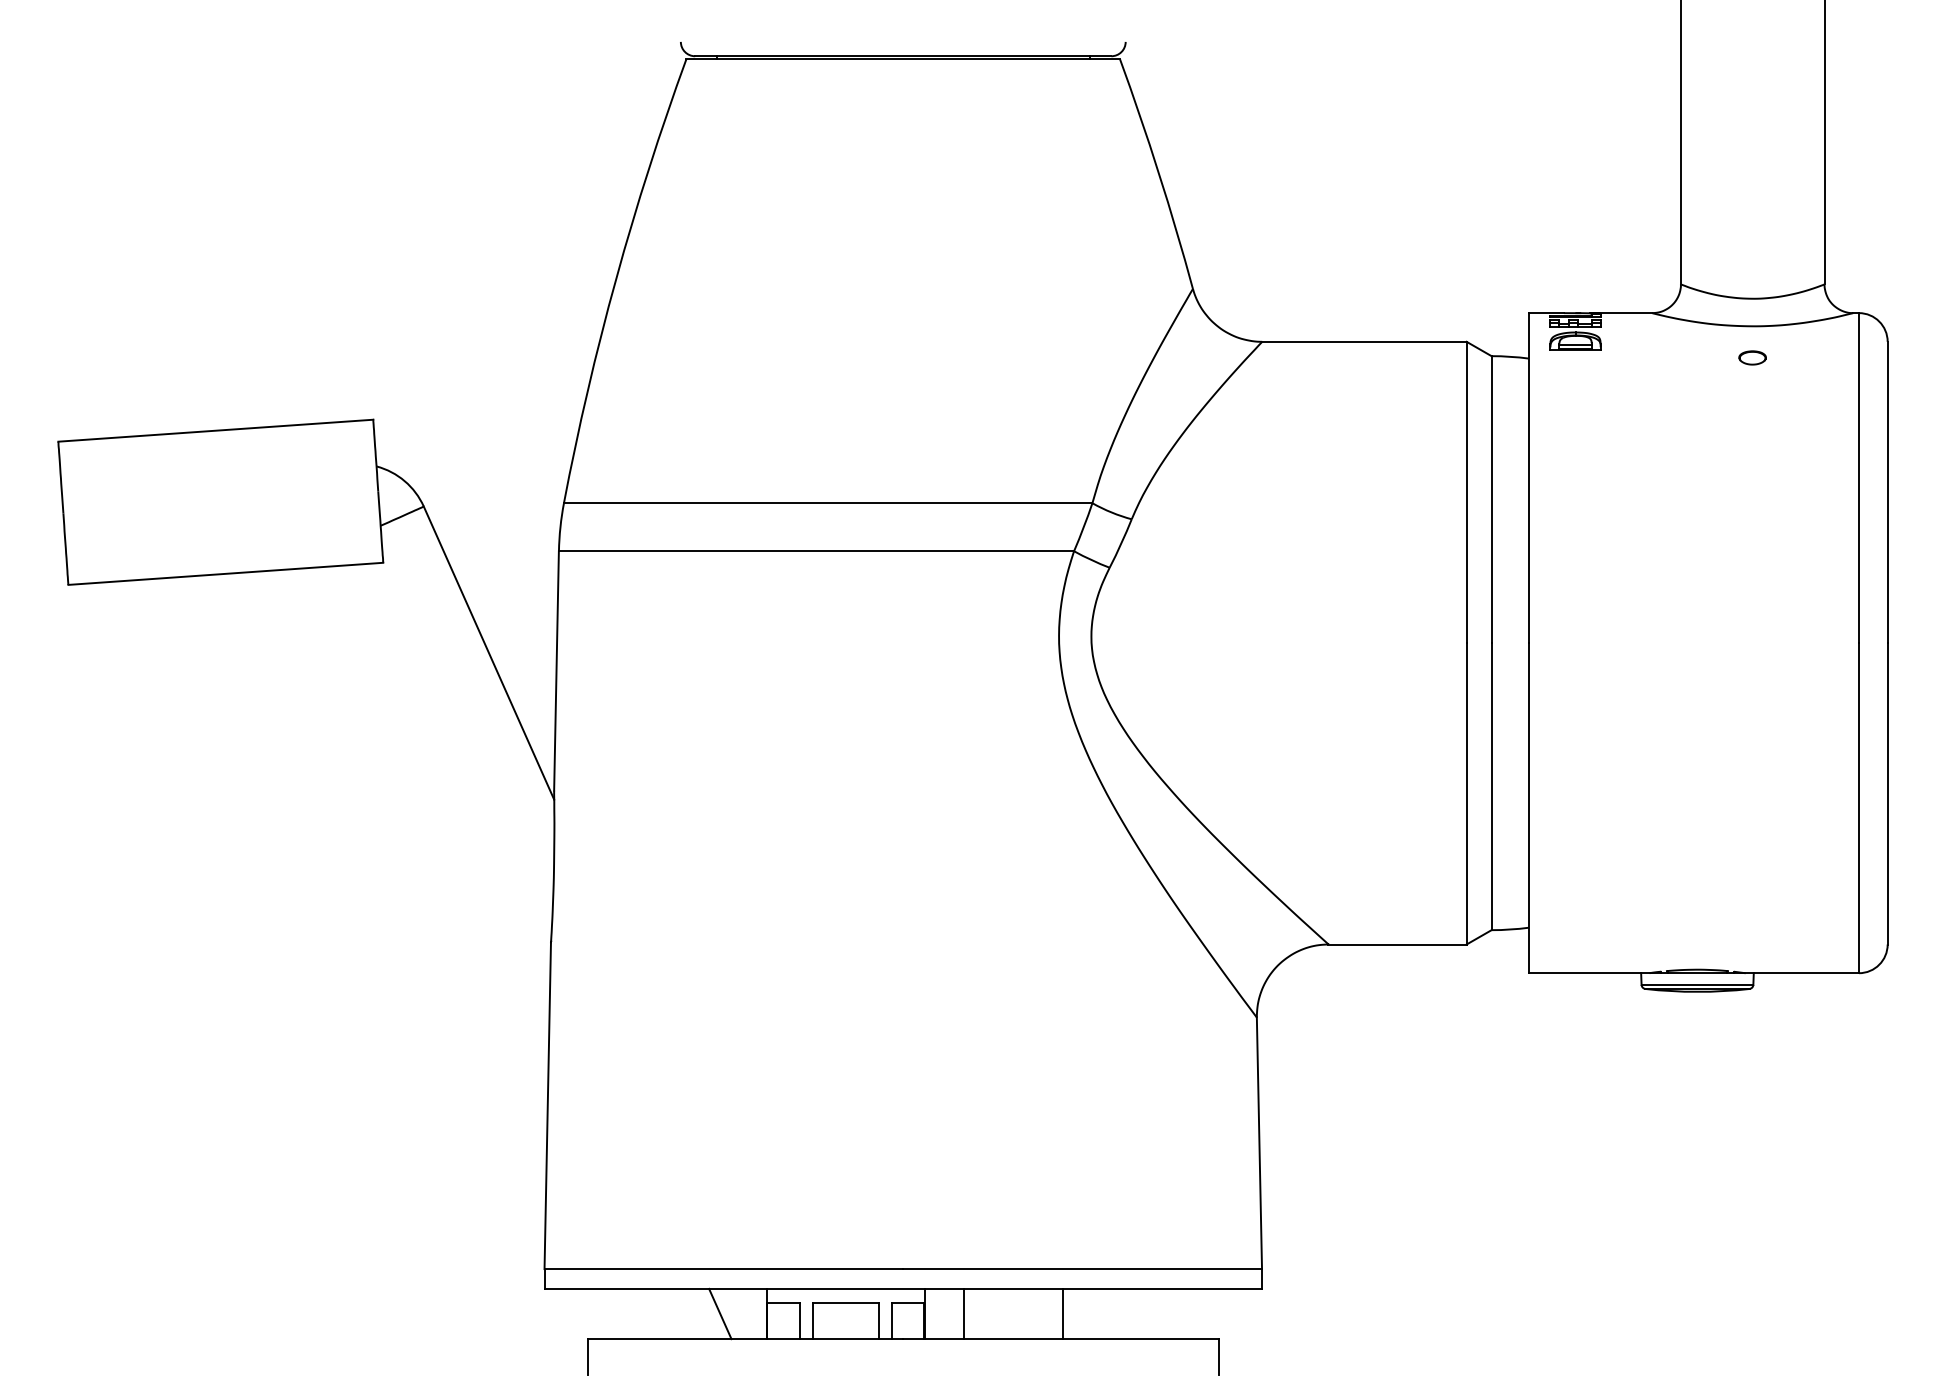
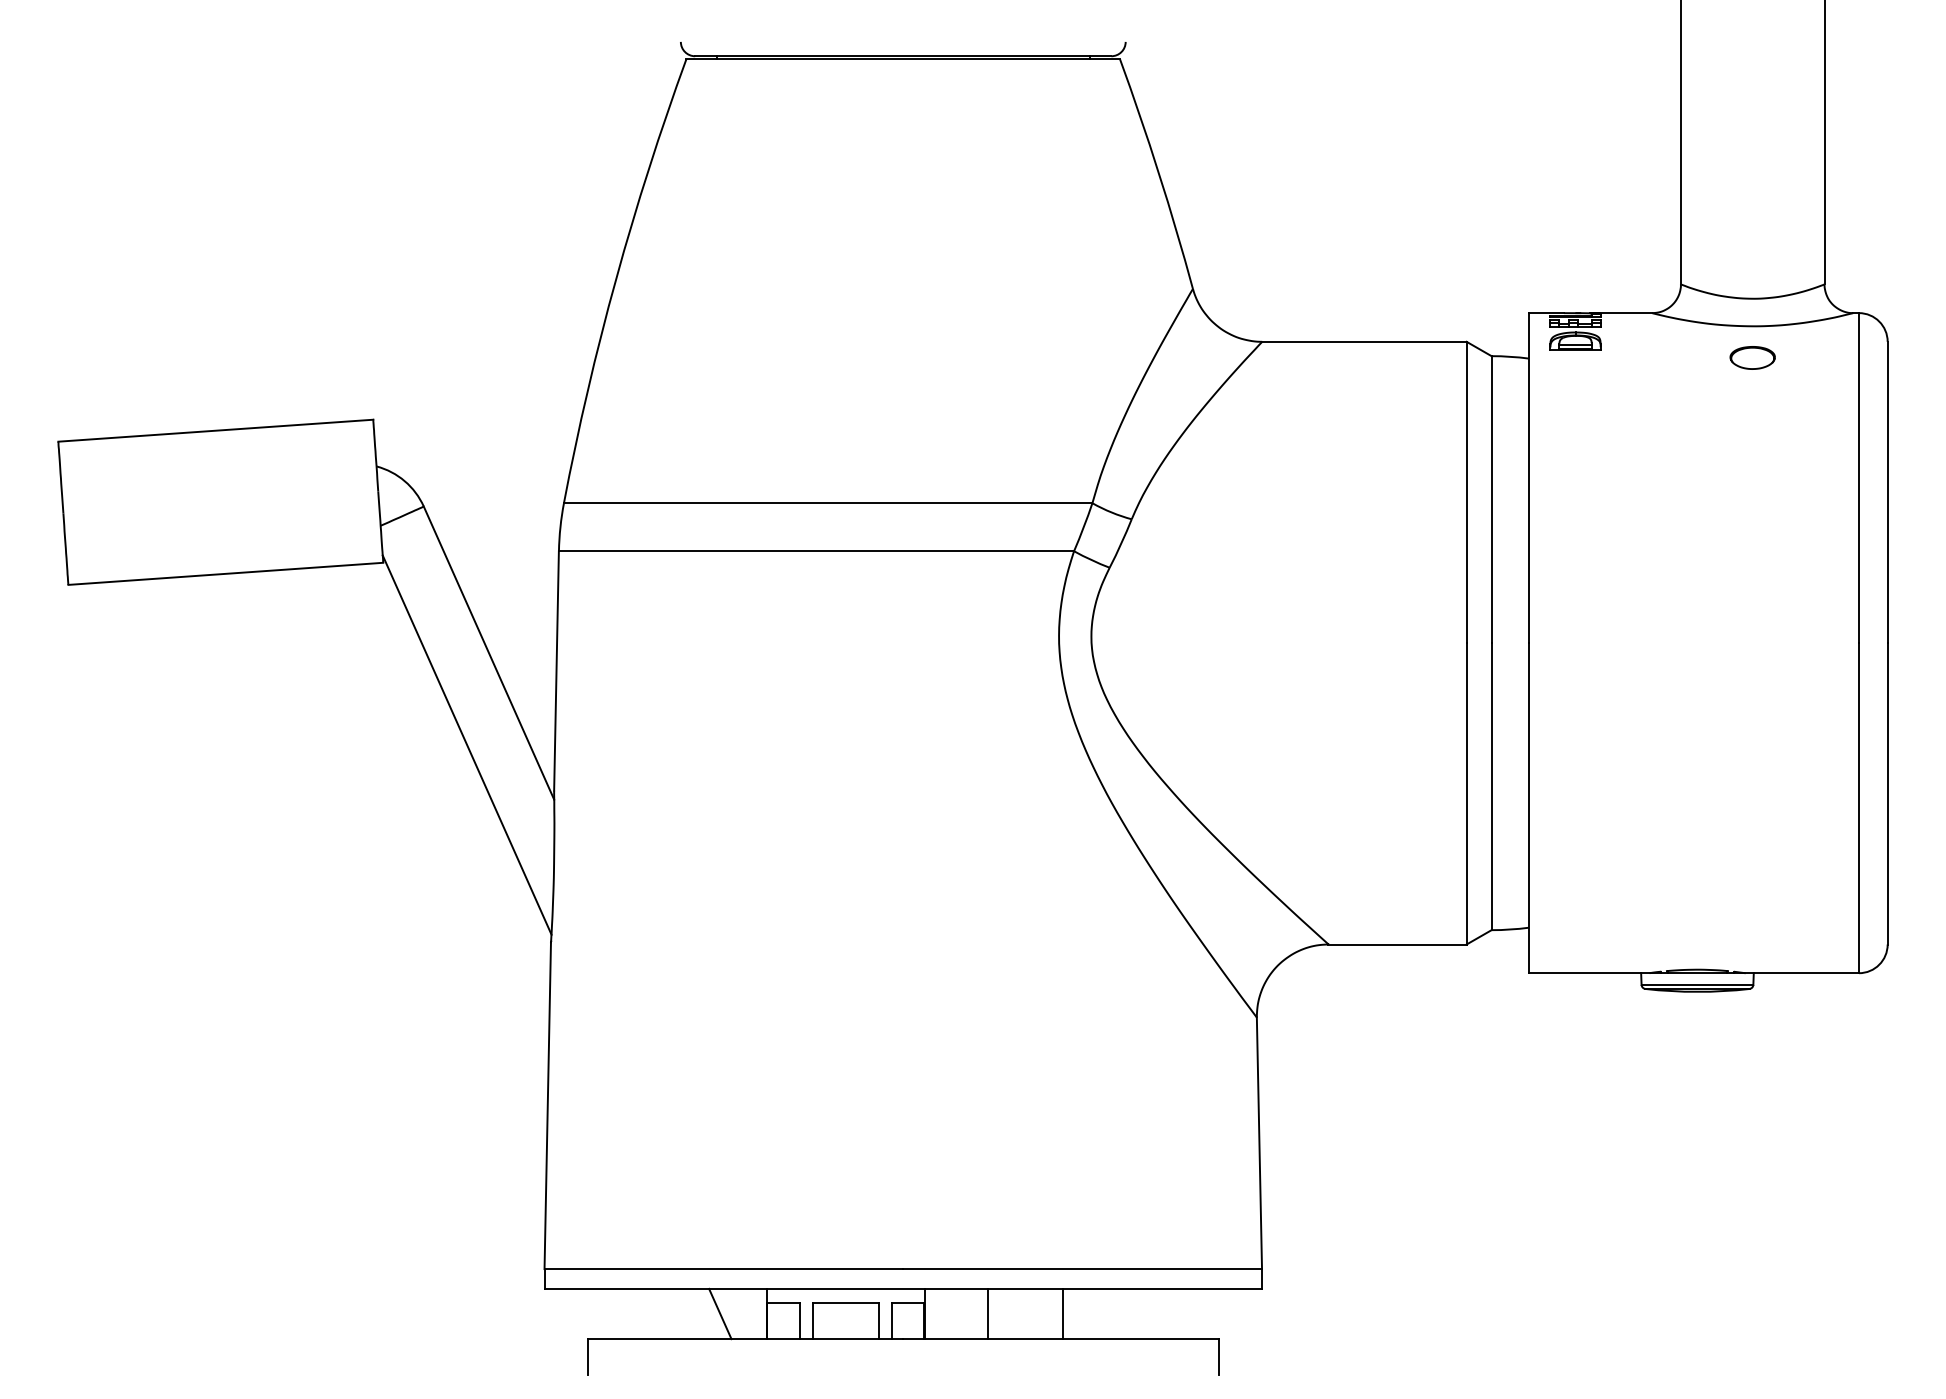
part at (1752, 357) size: 29x16 px -> 47x24 px
line at (466, 744): none -> present
line at (963, 1313) position: (963, 1313) -> (987, 1313)
